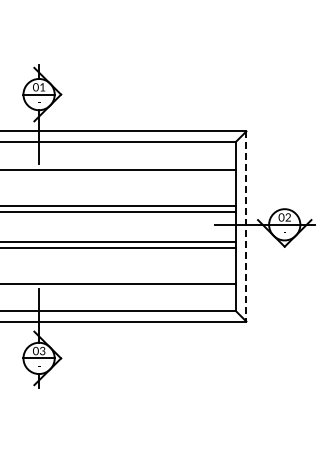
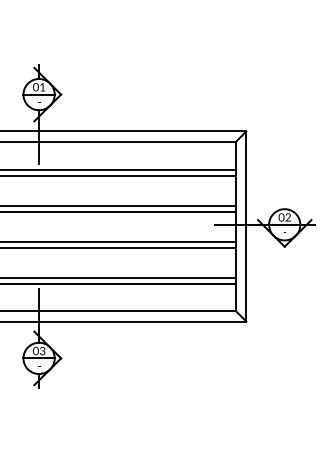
line at (118, 176): none -> present
line at (246, 227): dashed -> solid
line at (118, 277): none -> present
